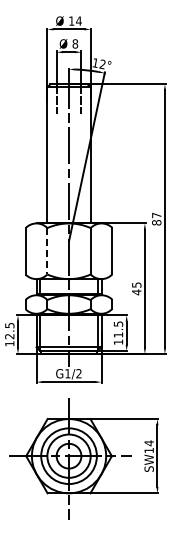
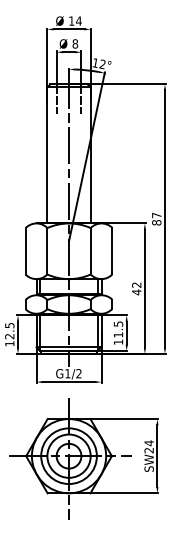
line at (47, 251): dashed -> solid
text at (136, 284): 45 -> 42
text at (148, 450): SW14 -> SW24
